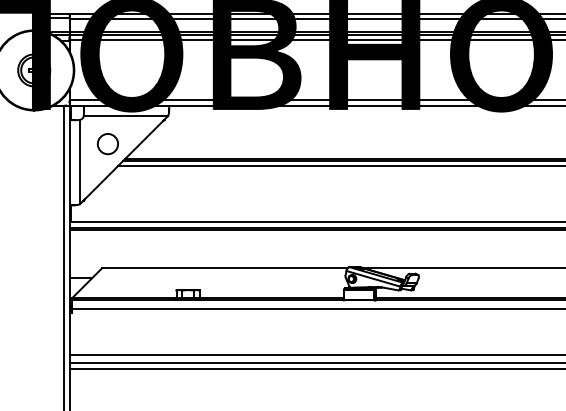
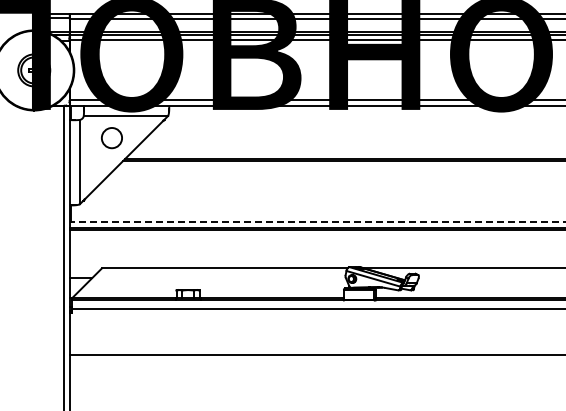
circle at (107, 144) position: (107, 144) -> (111, 138)
line at (340, 165): present -> none
line at (317, 222): solid -> dashed
line at (315, 362): present -> none
line at (315, 368): present -> none
